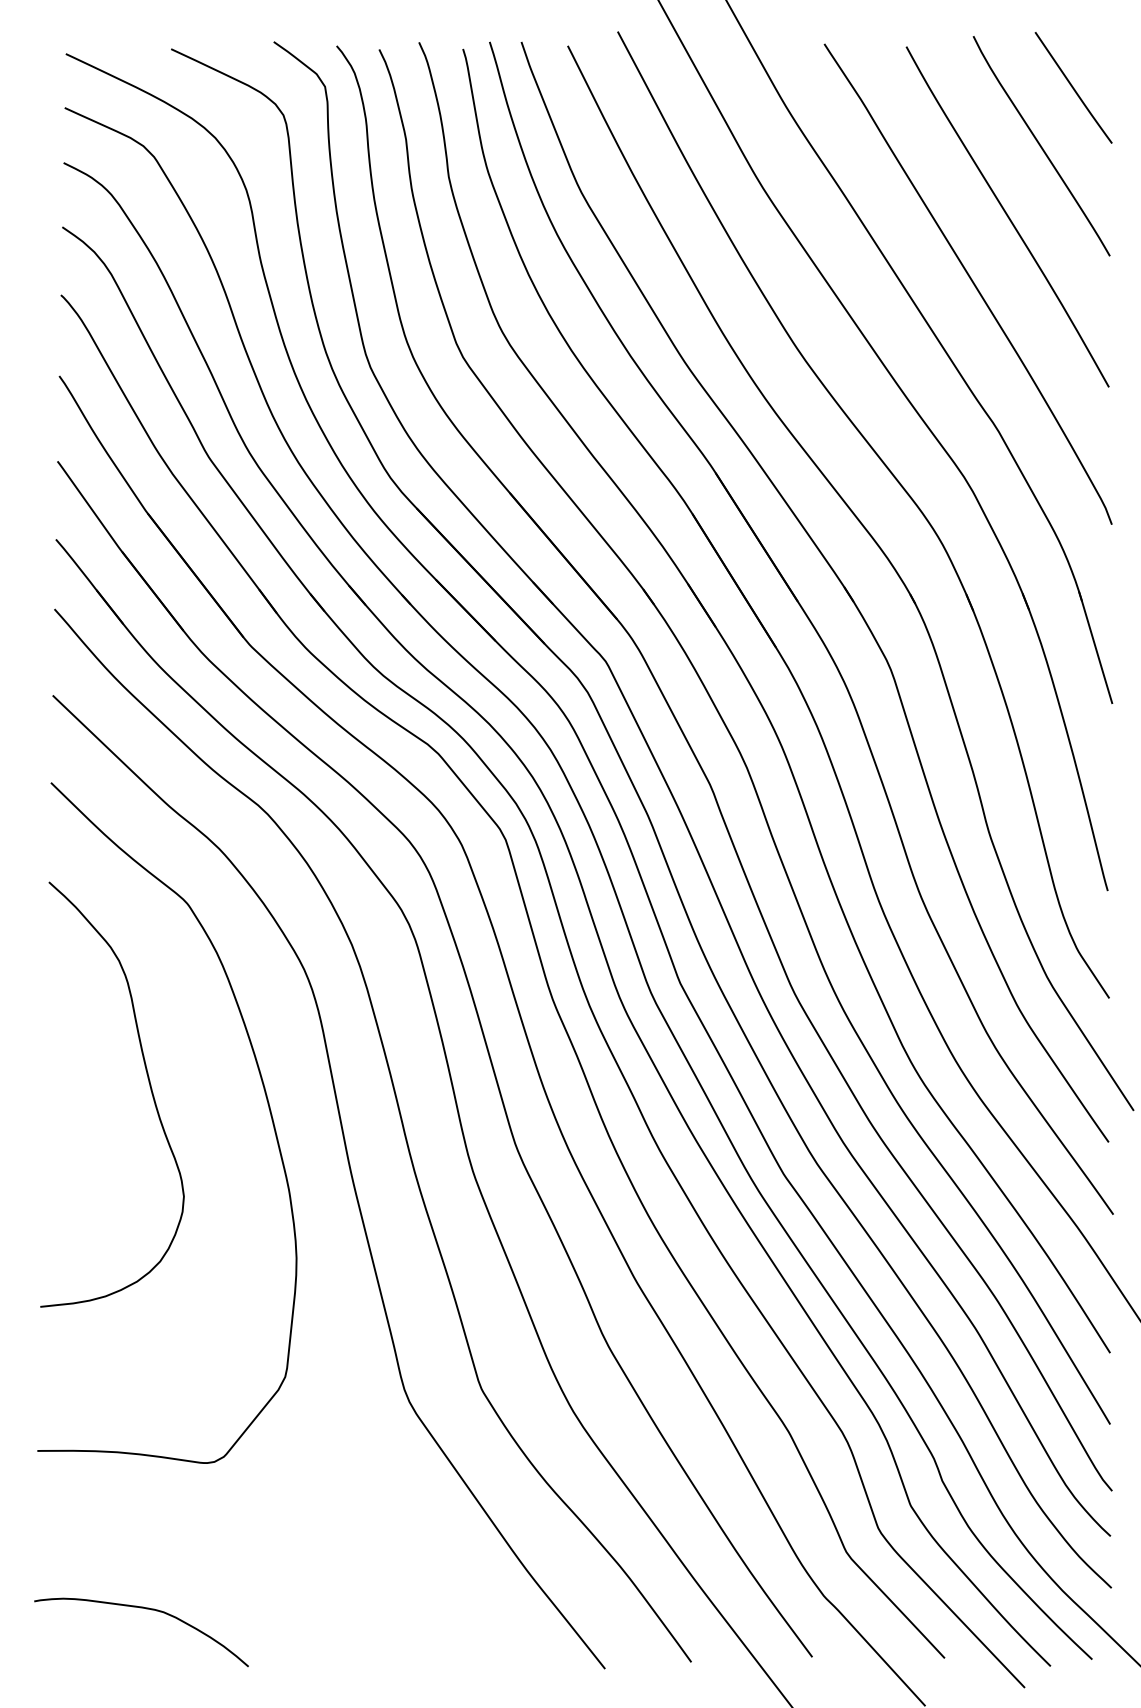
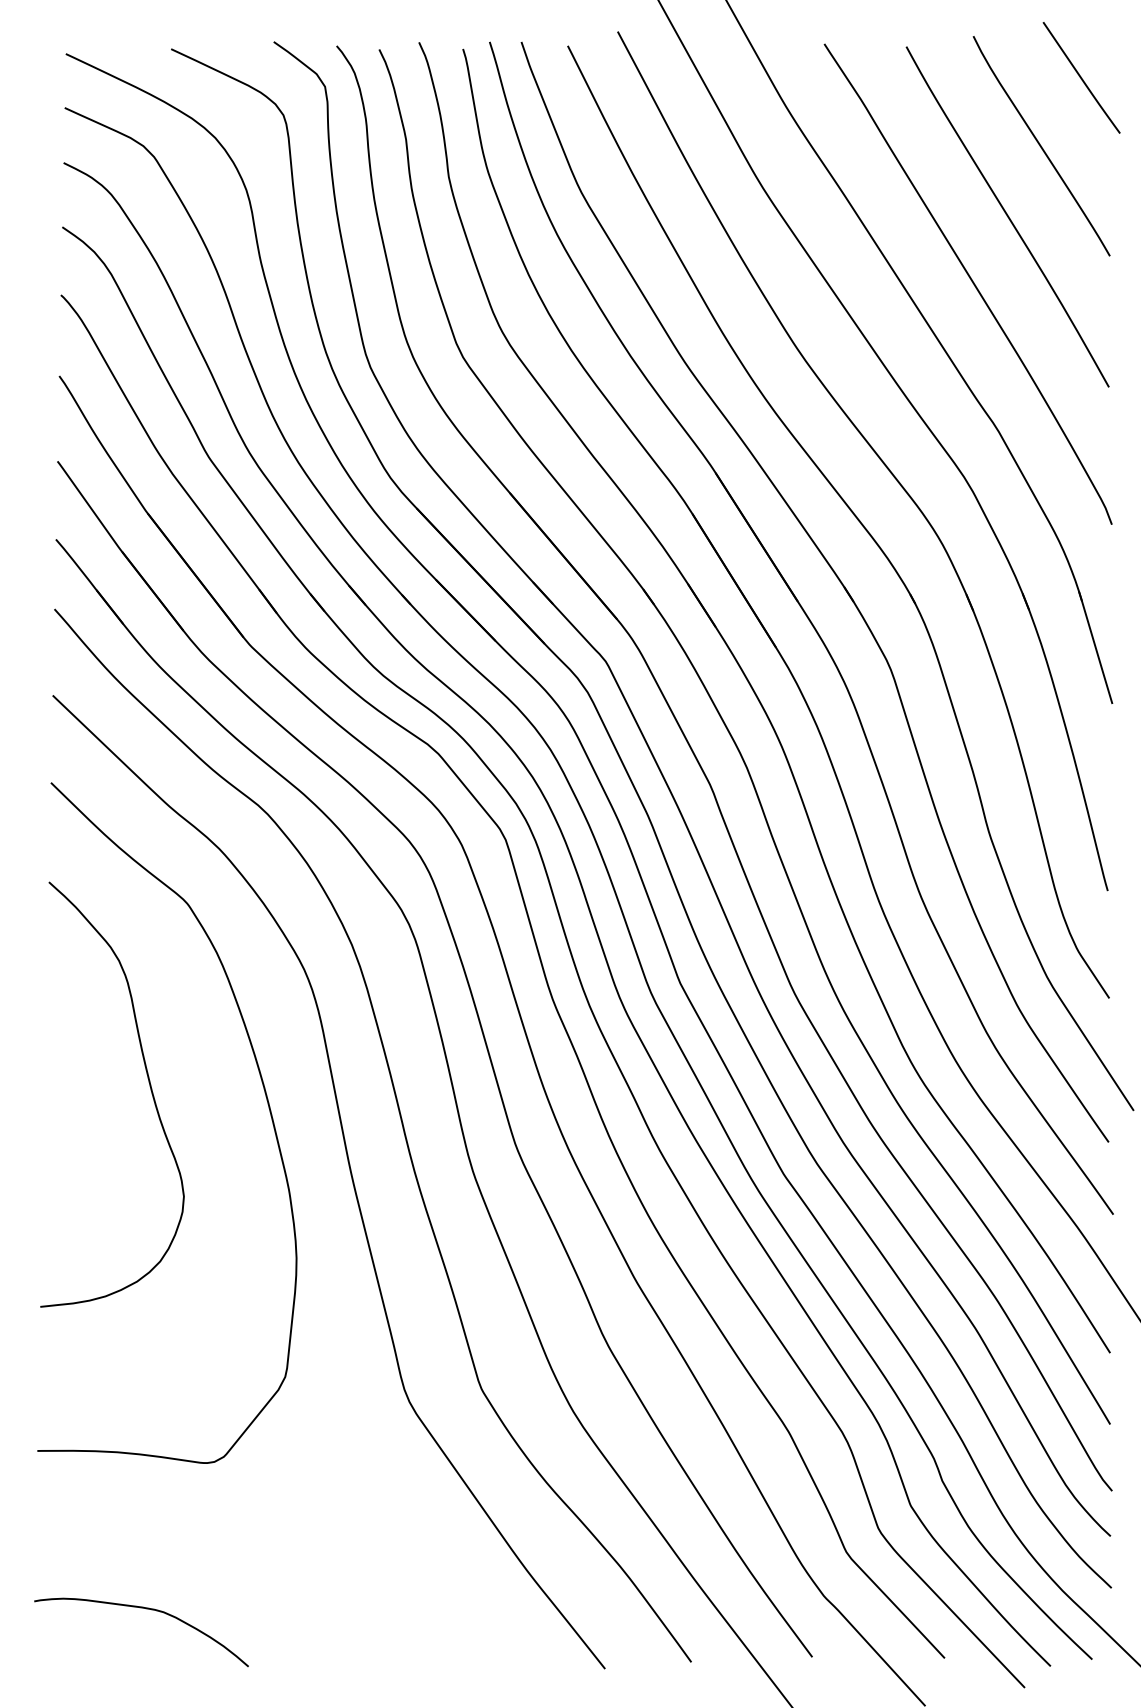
line at (1073, 87) position: (1073, 87) -> (1081, 77)
